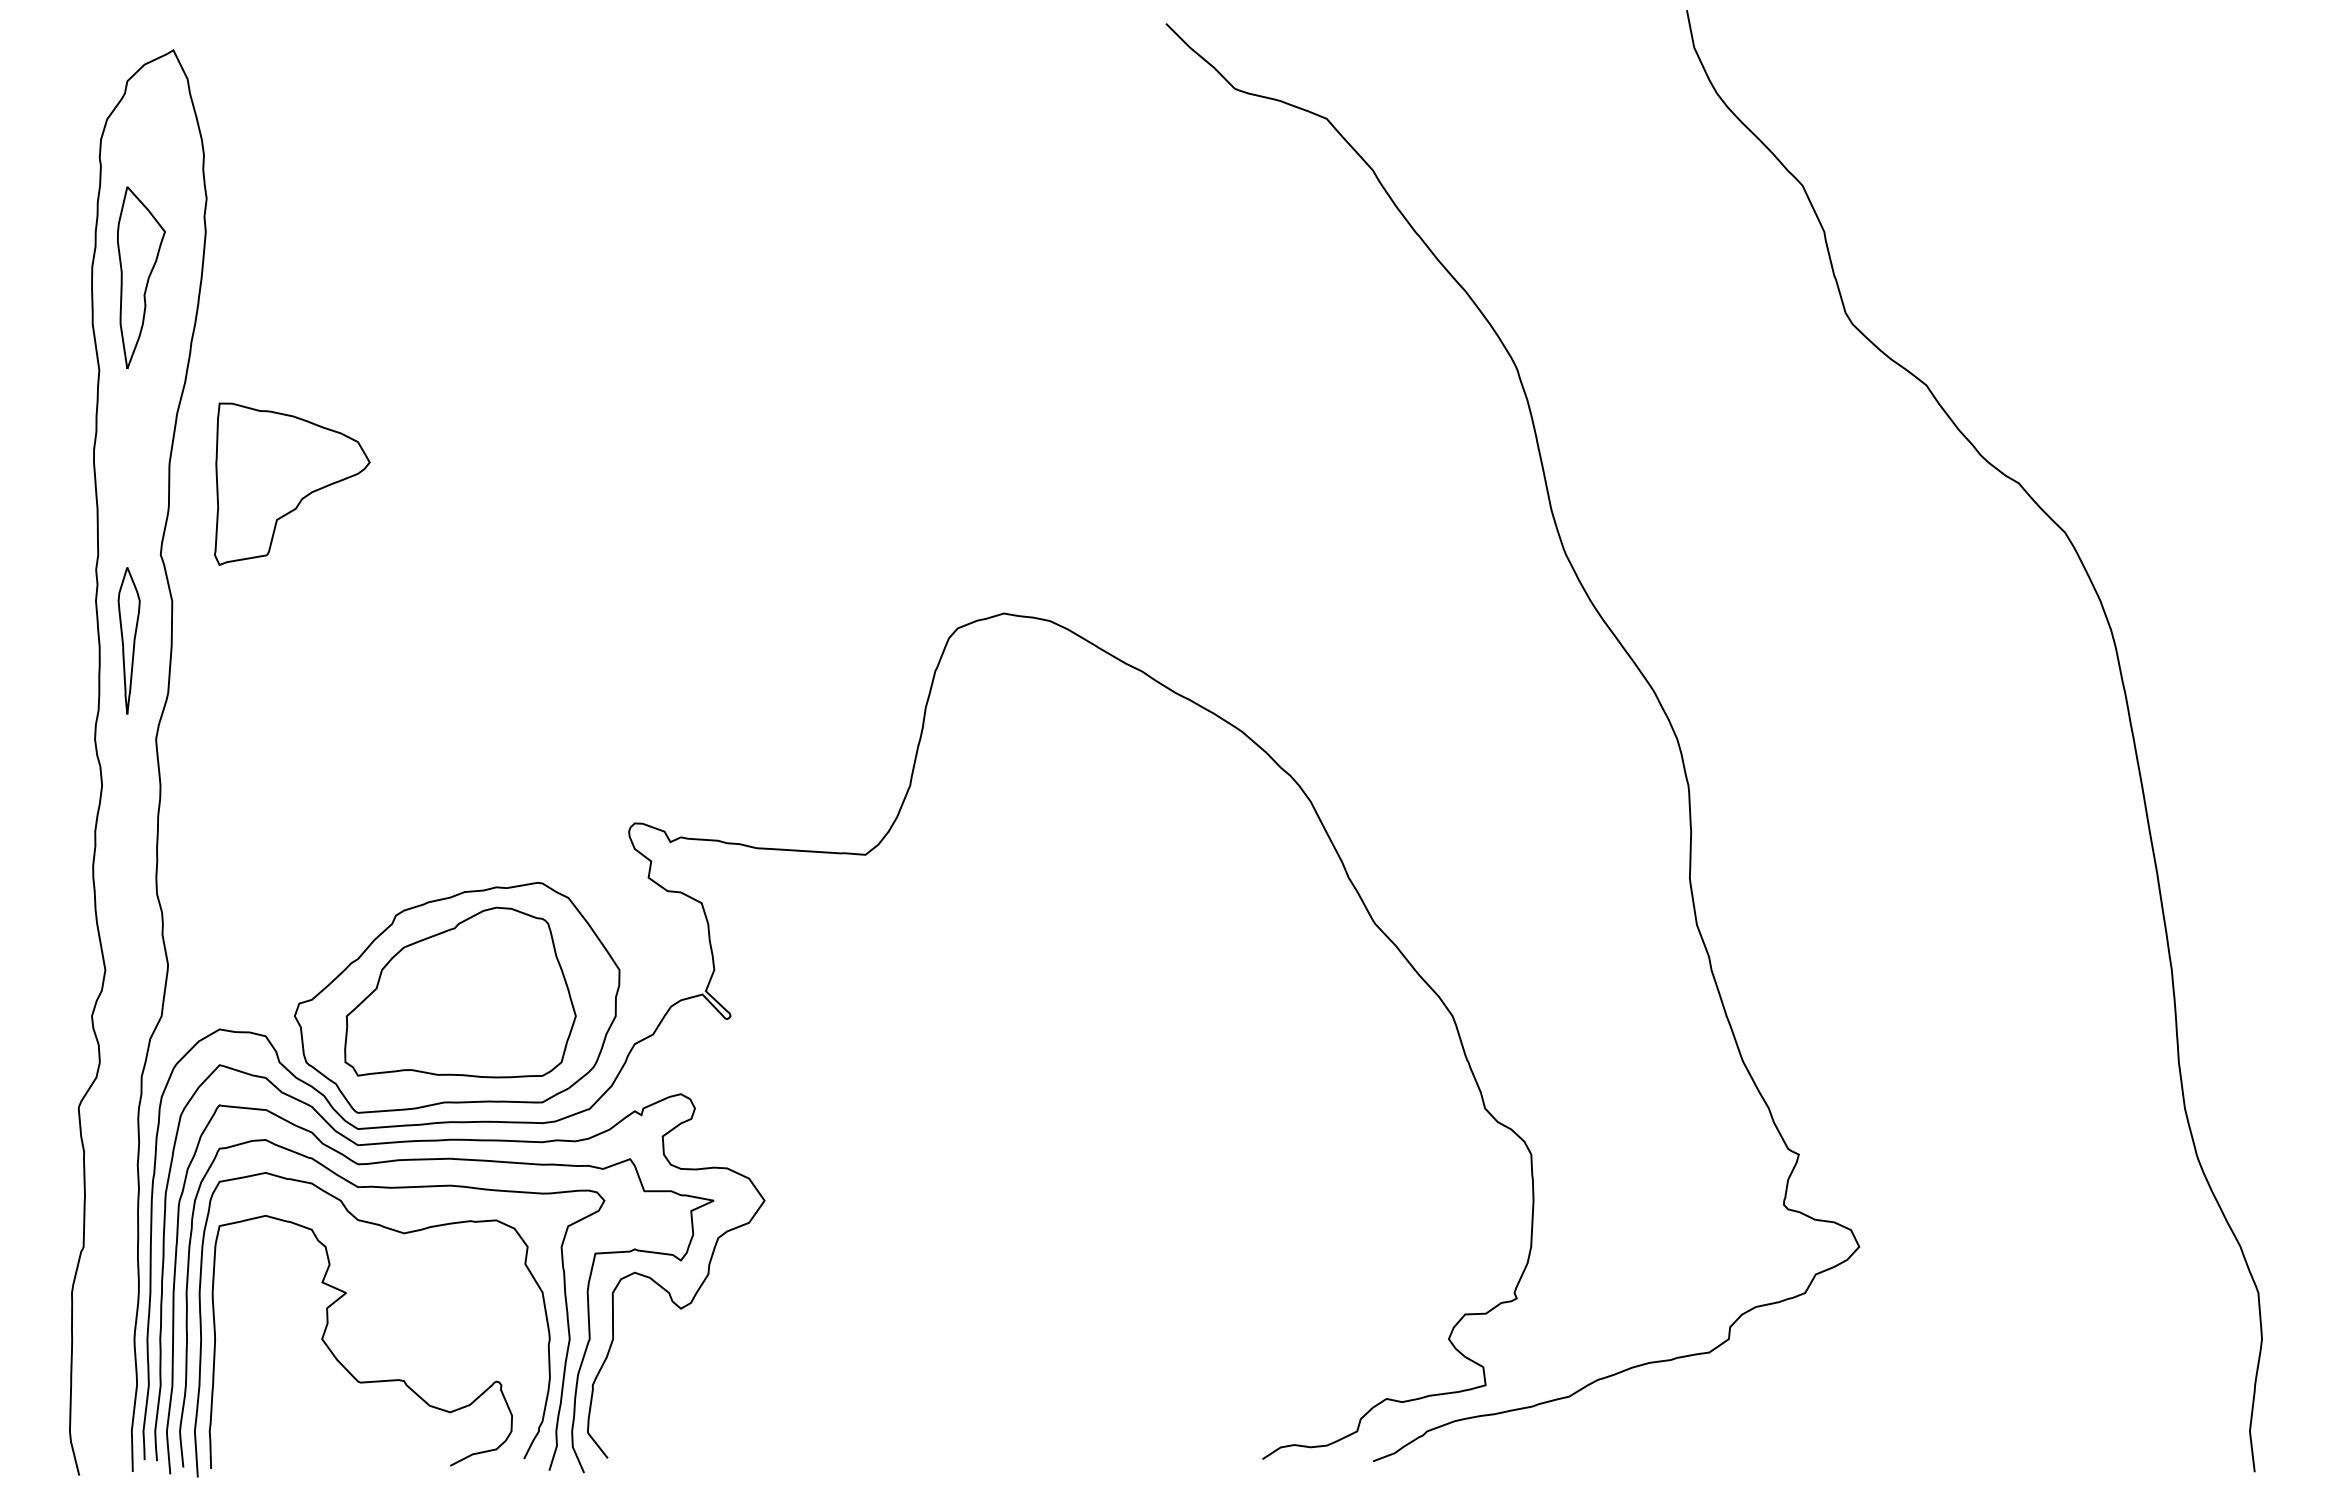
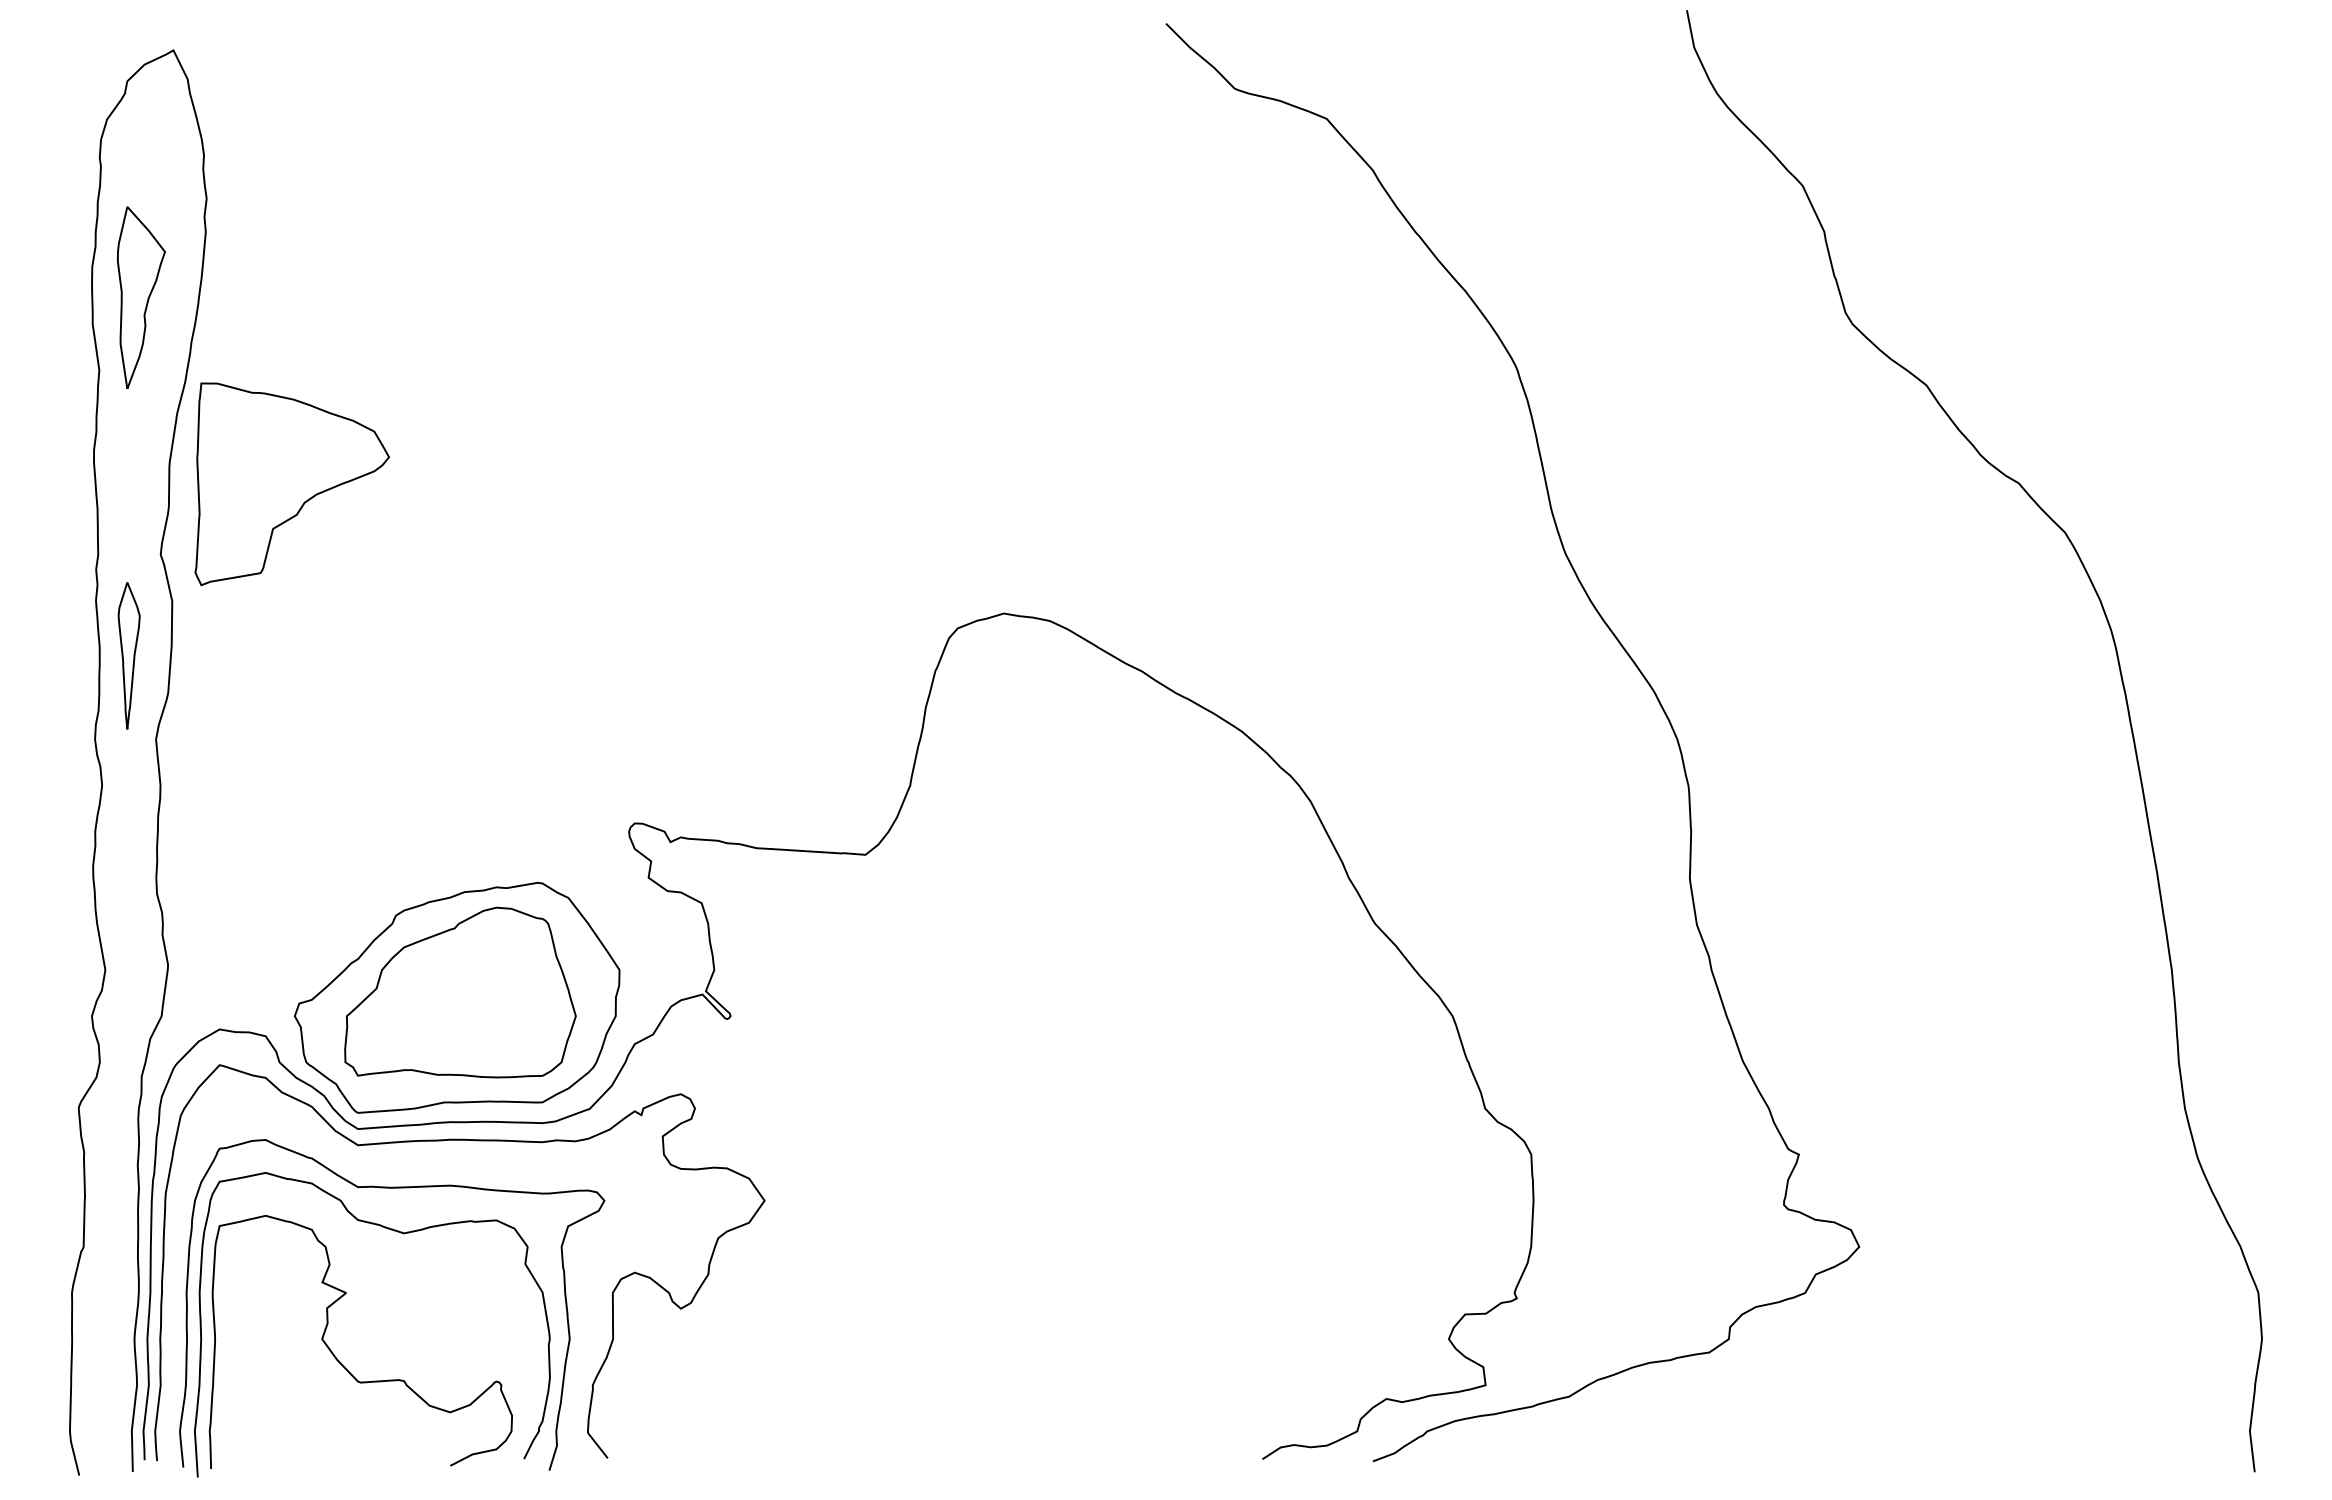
part at (141, 277) position: (141, 277) -> (141, 297)
part at (292, 483) size: 157x164 px -> 196x205 px
part at (128, 640) position: (128, 640) -> (128, 655)
curve at (433, 1160): present -> none
